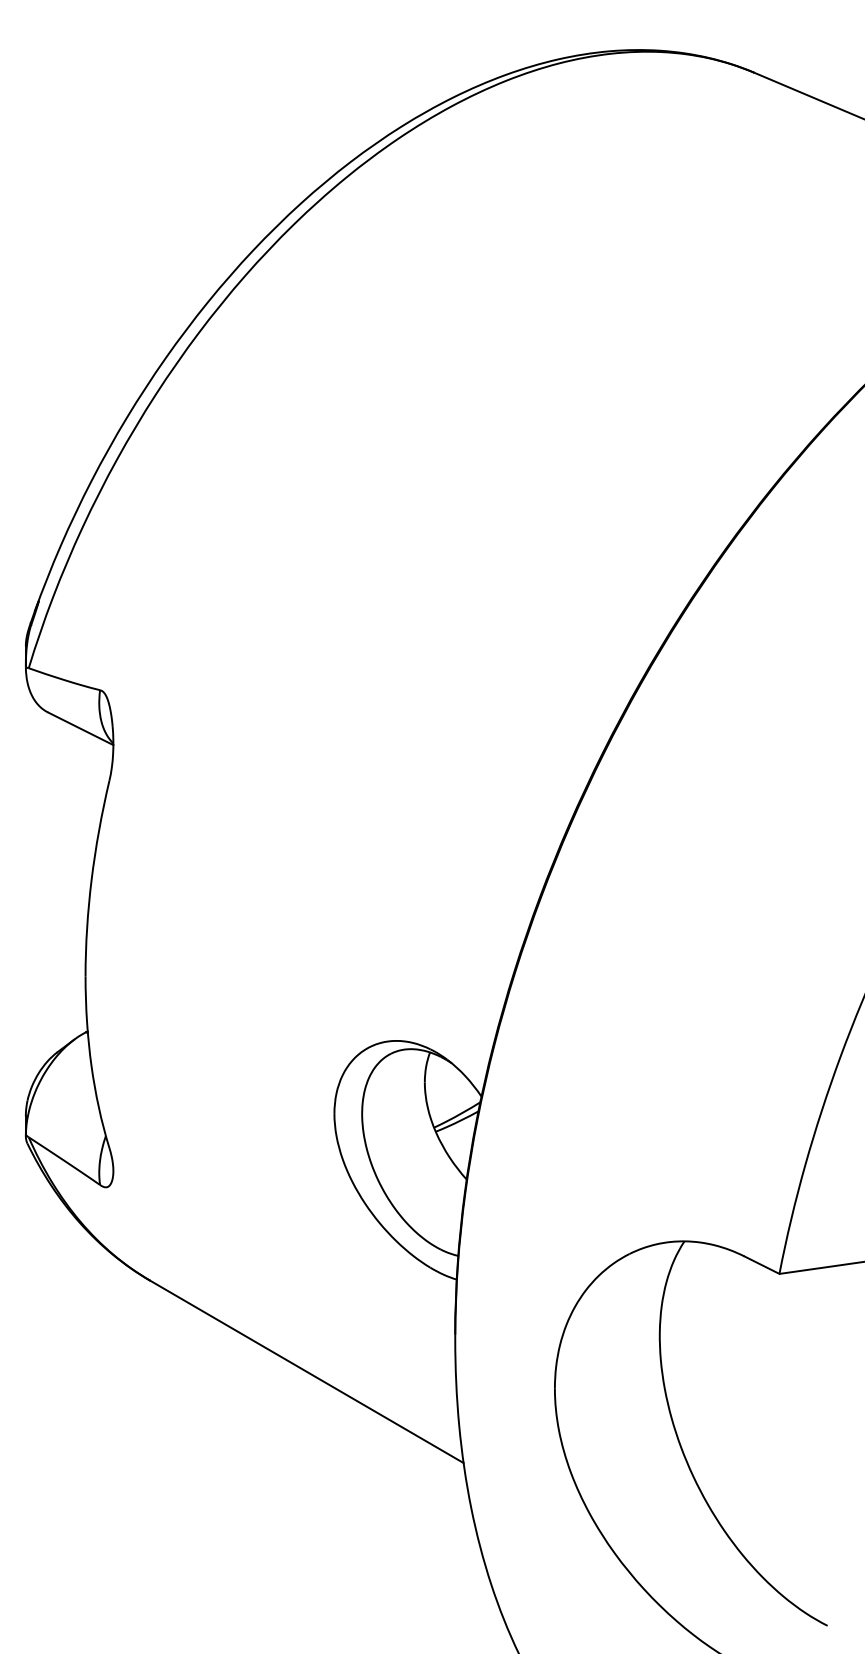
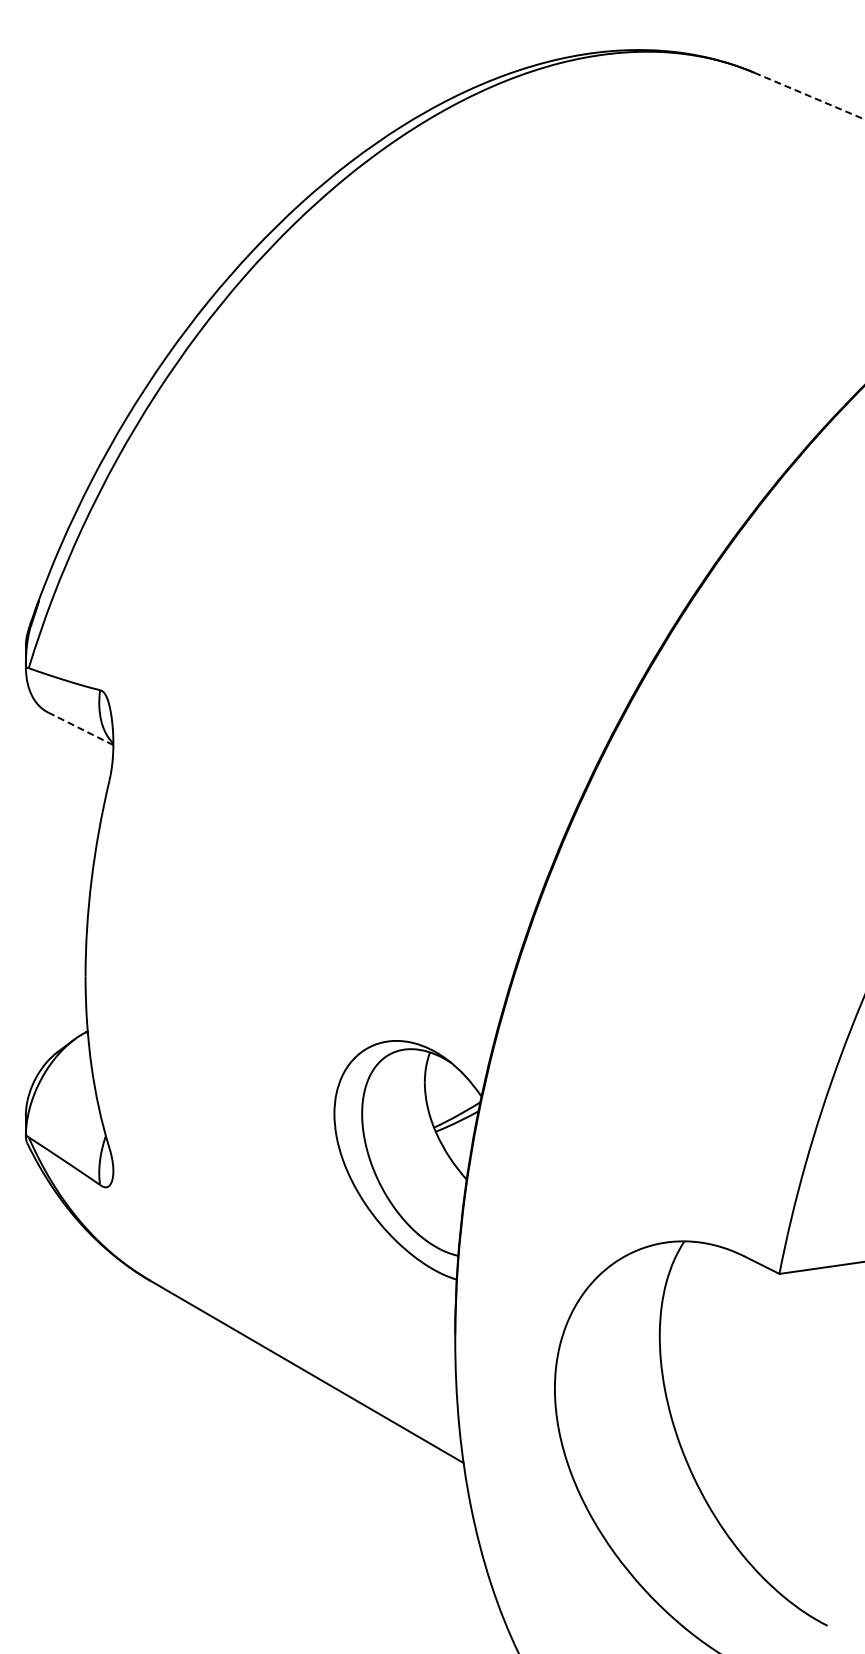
line at (809, 96): solid -> dashed
line at (80, 728): solid -> dashed
